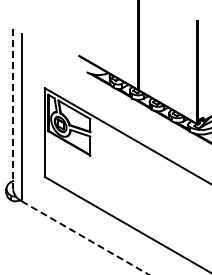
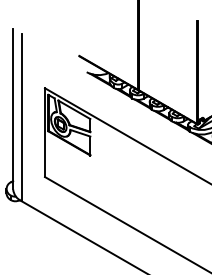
line at (13, 109): dashed -> solid
line at (85, 238): dashed -> solid
